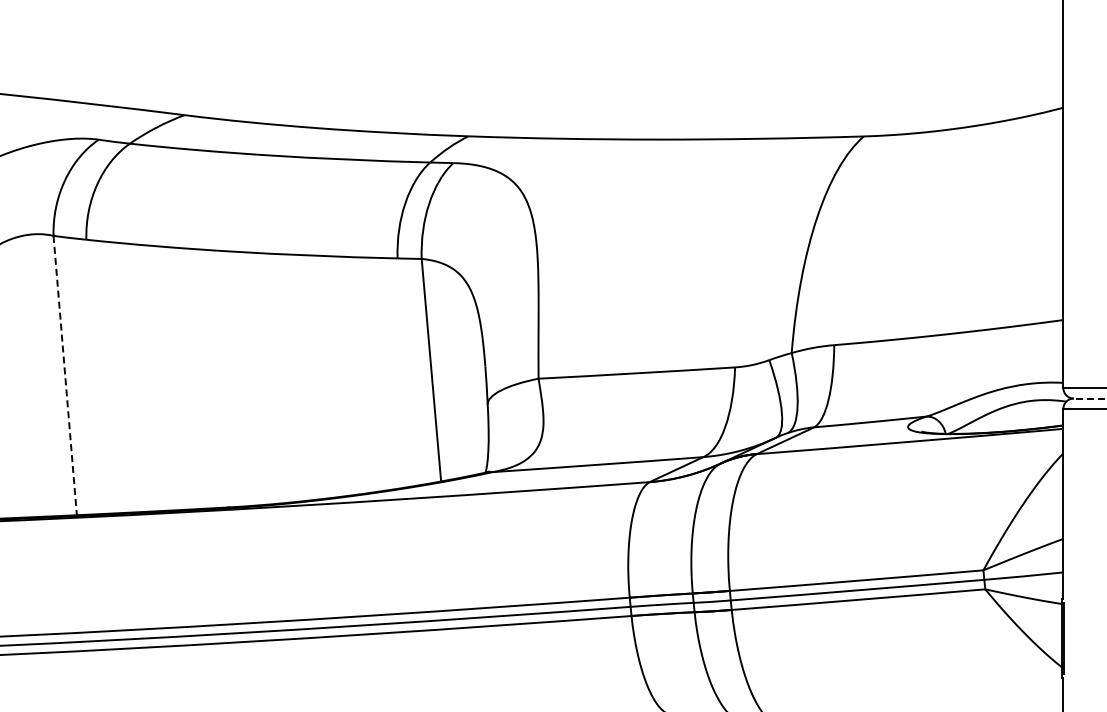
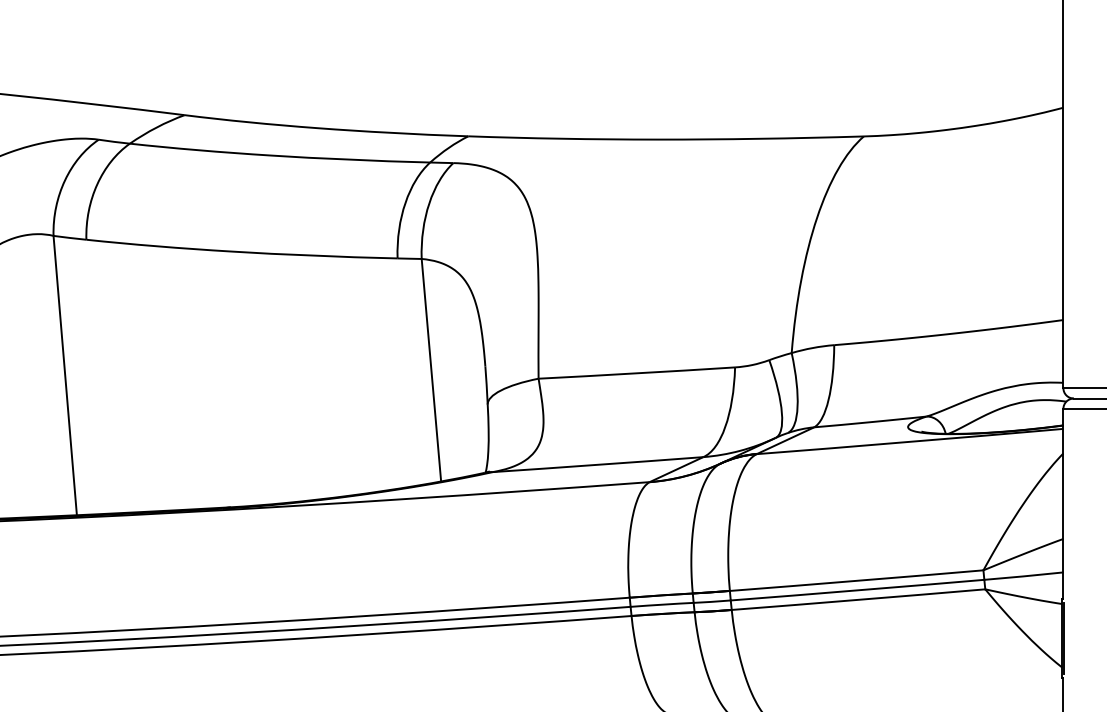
line at (65, 376): dashed -> solid
line at (1089, 398): dashed -> solid
